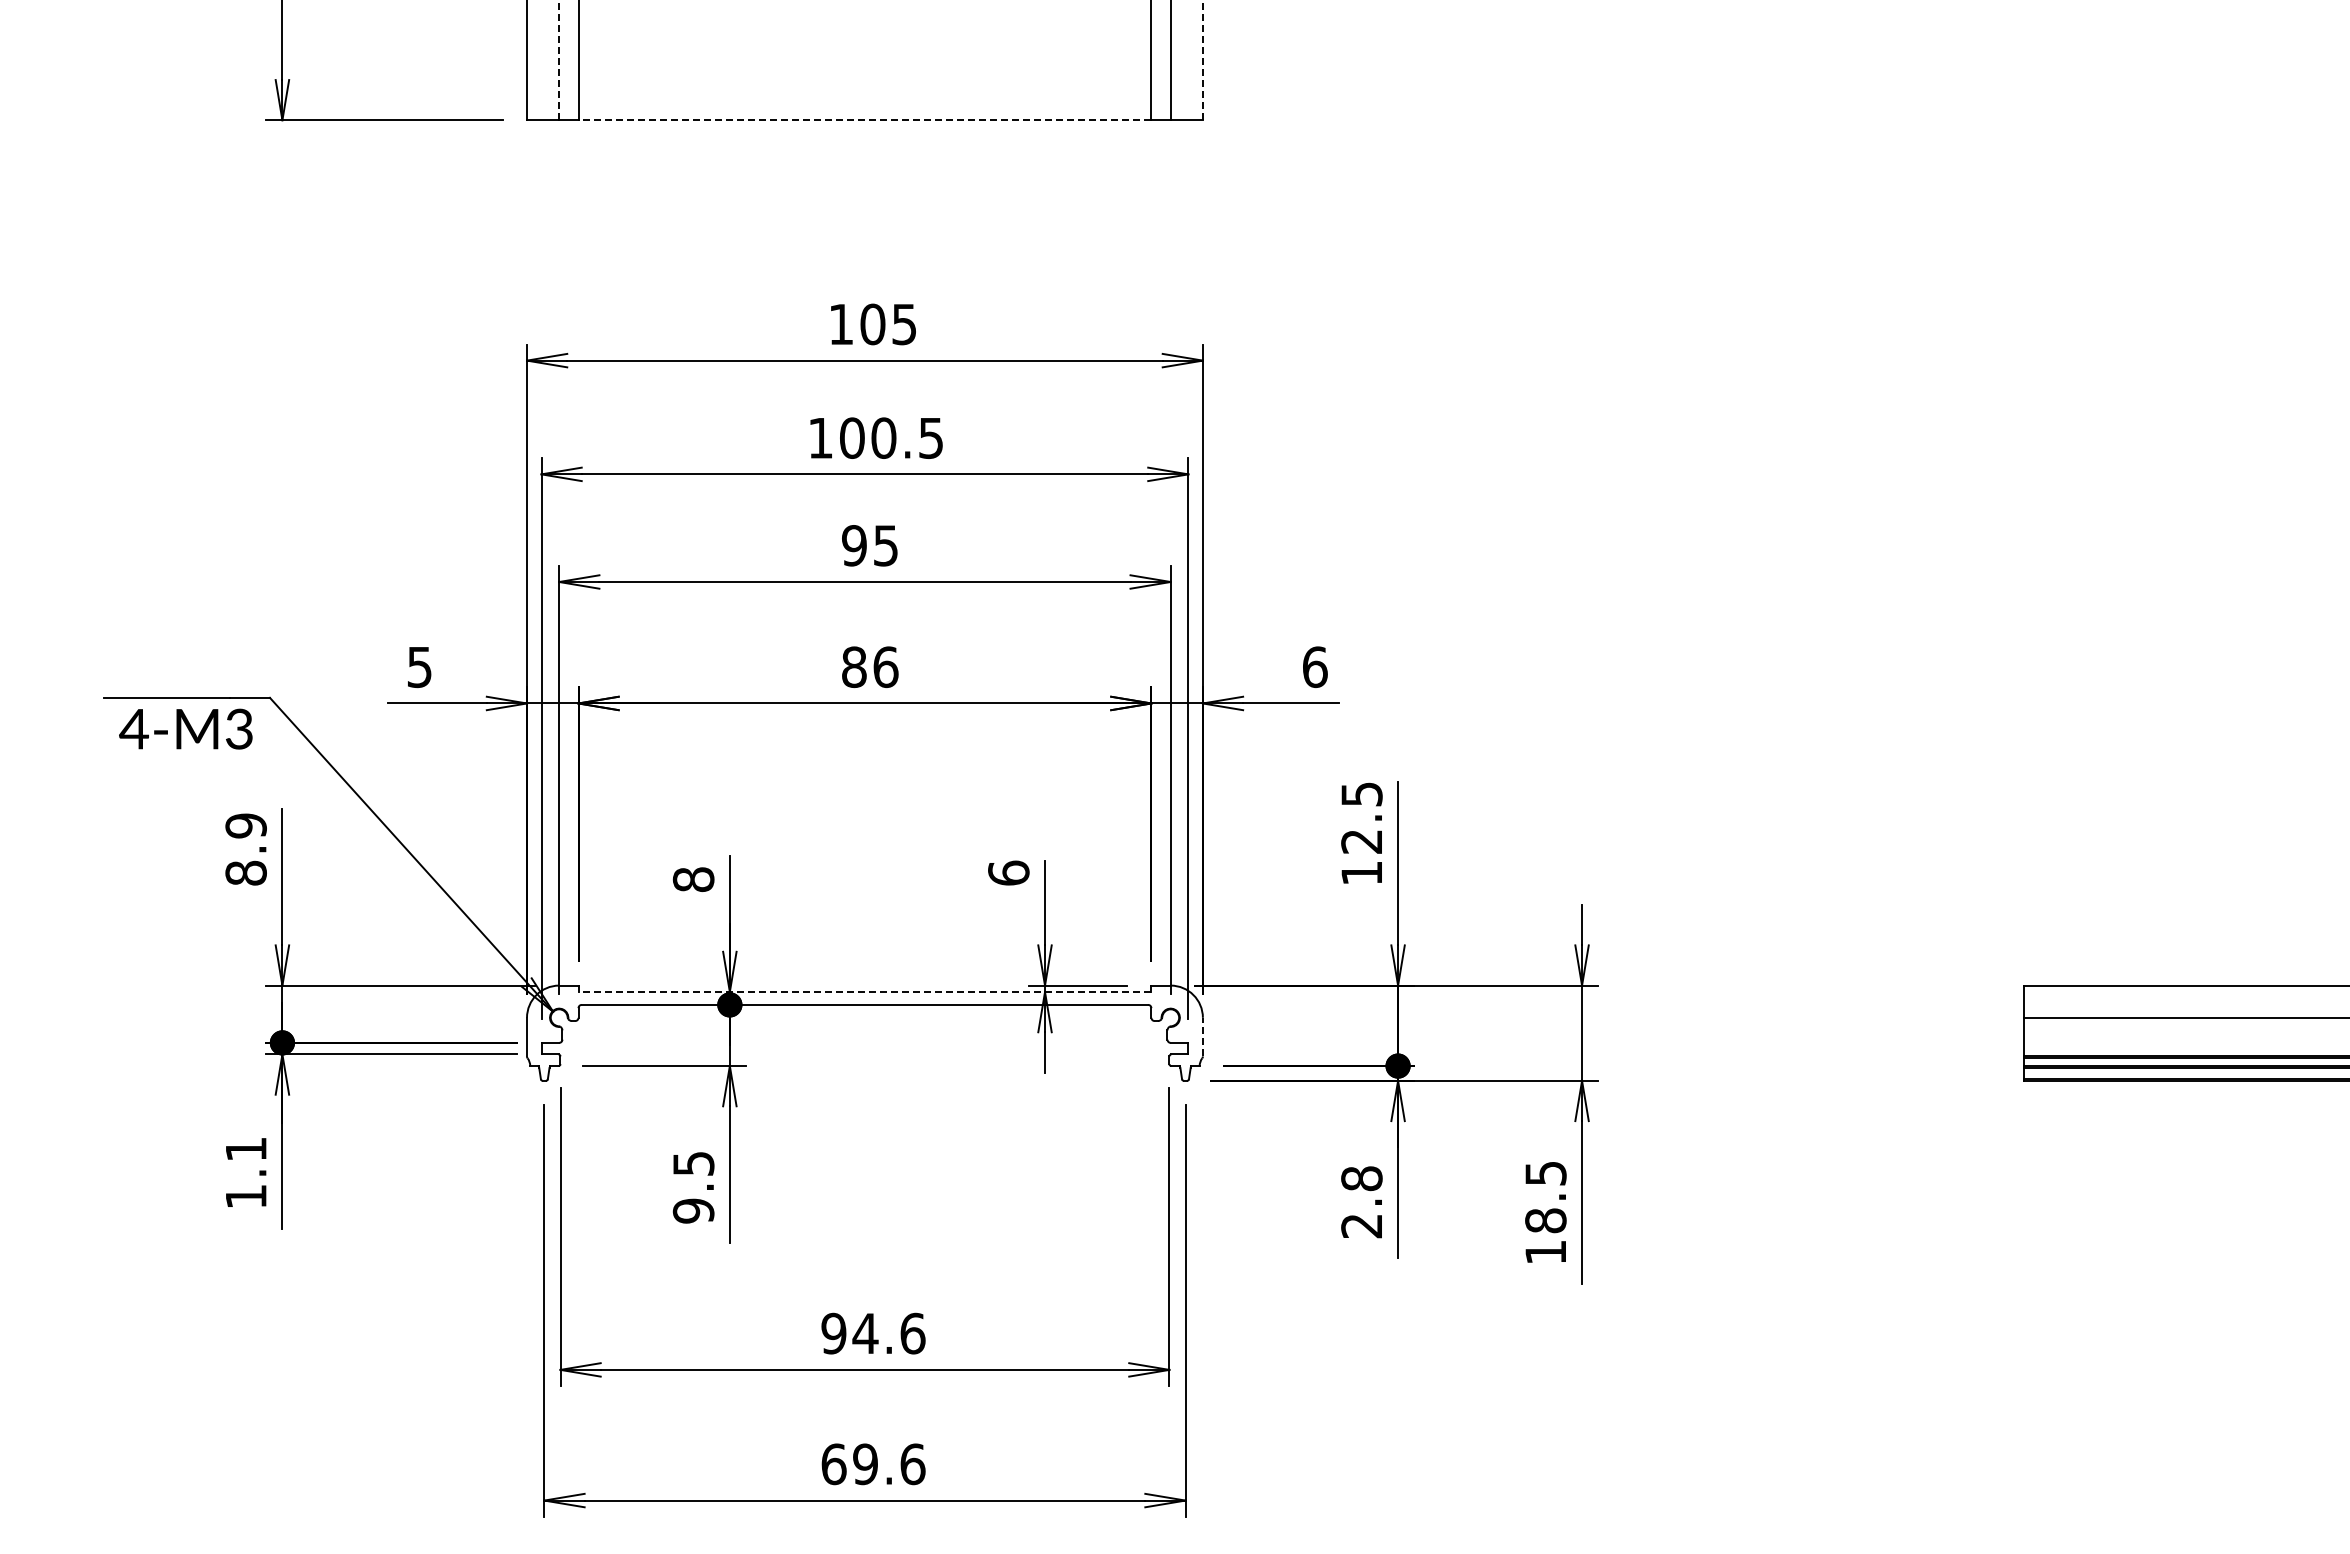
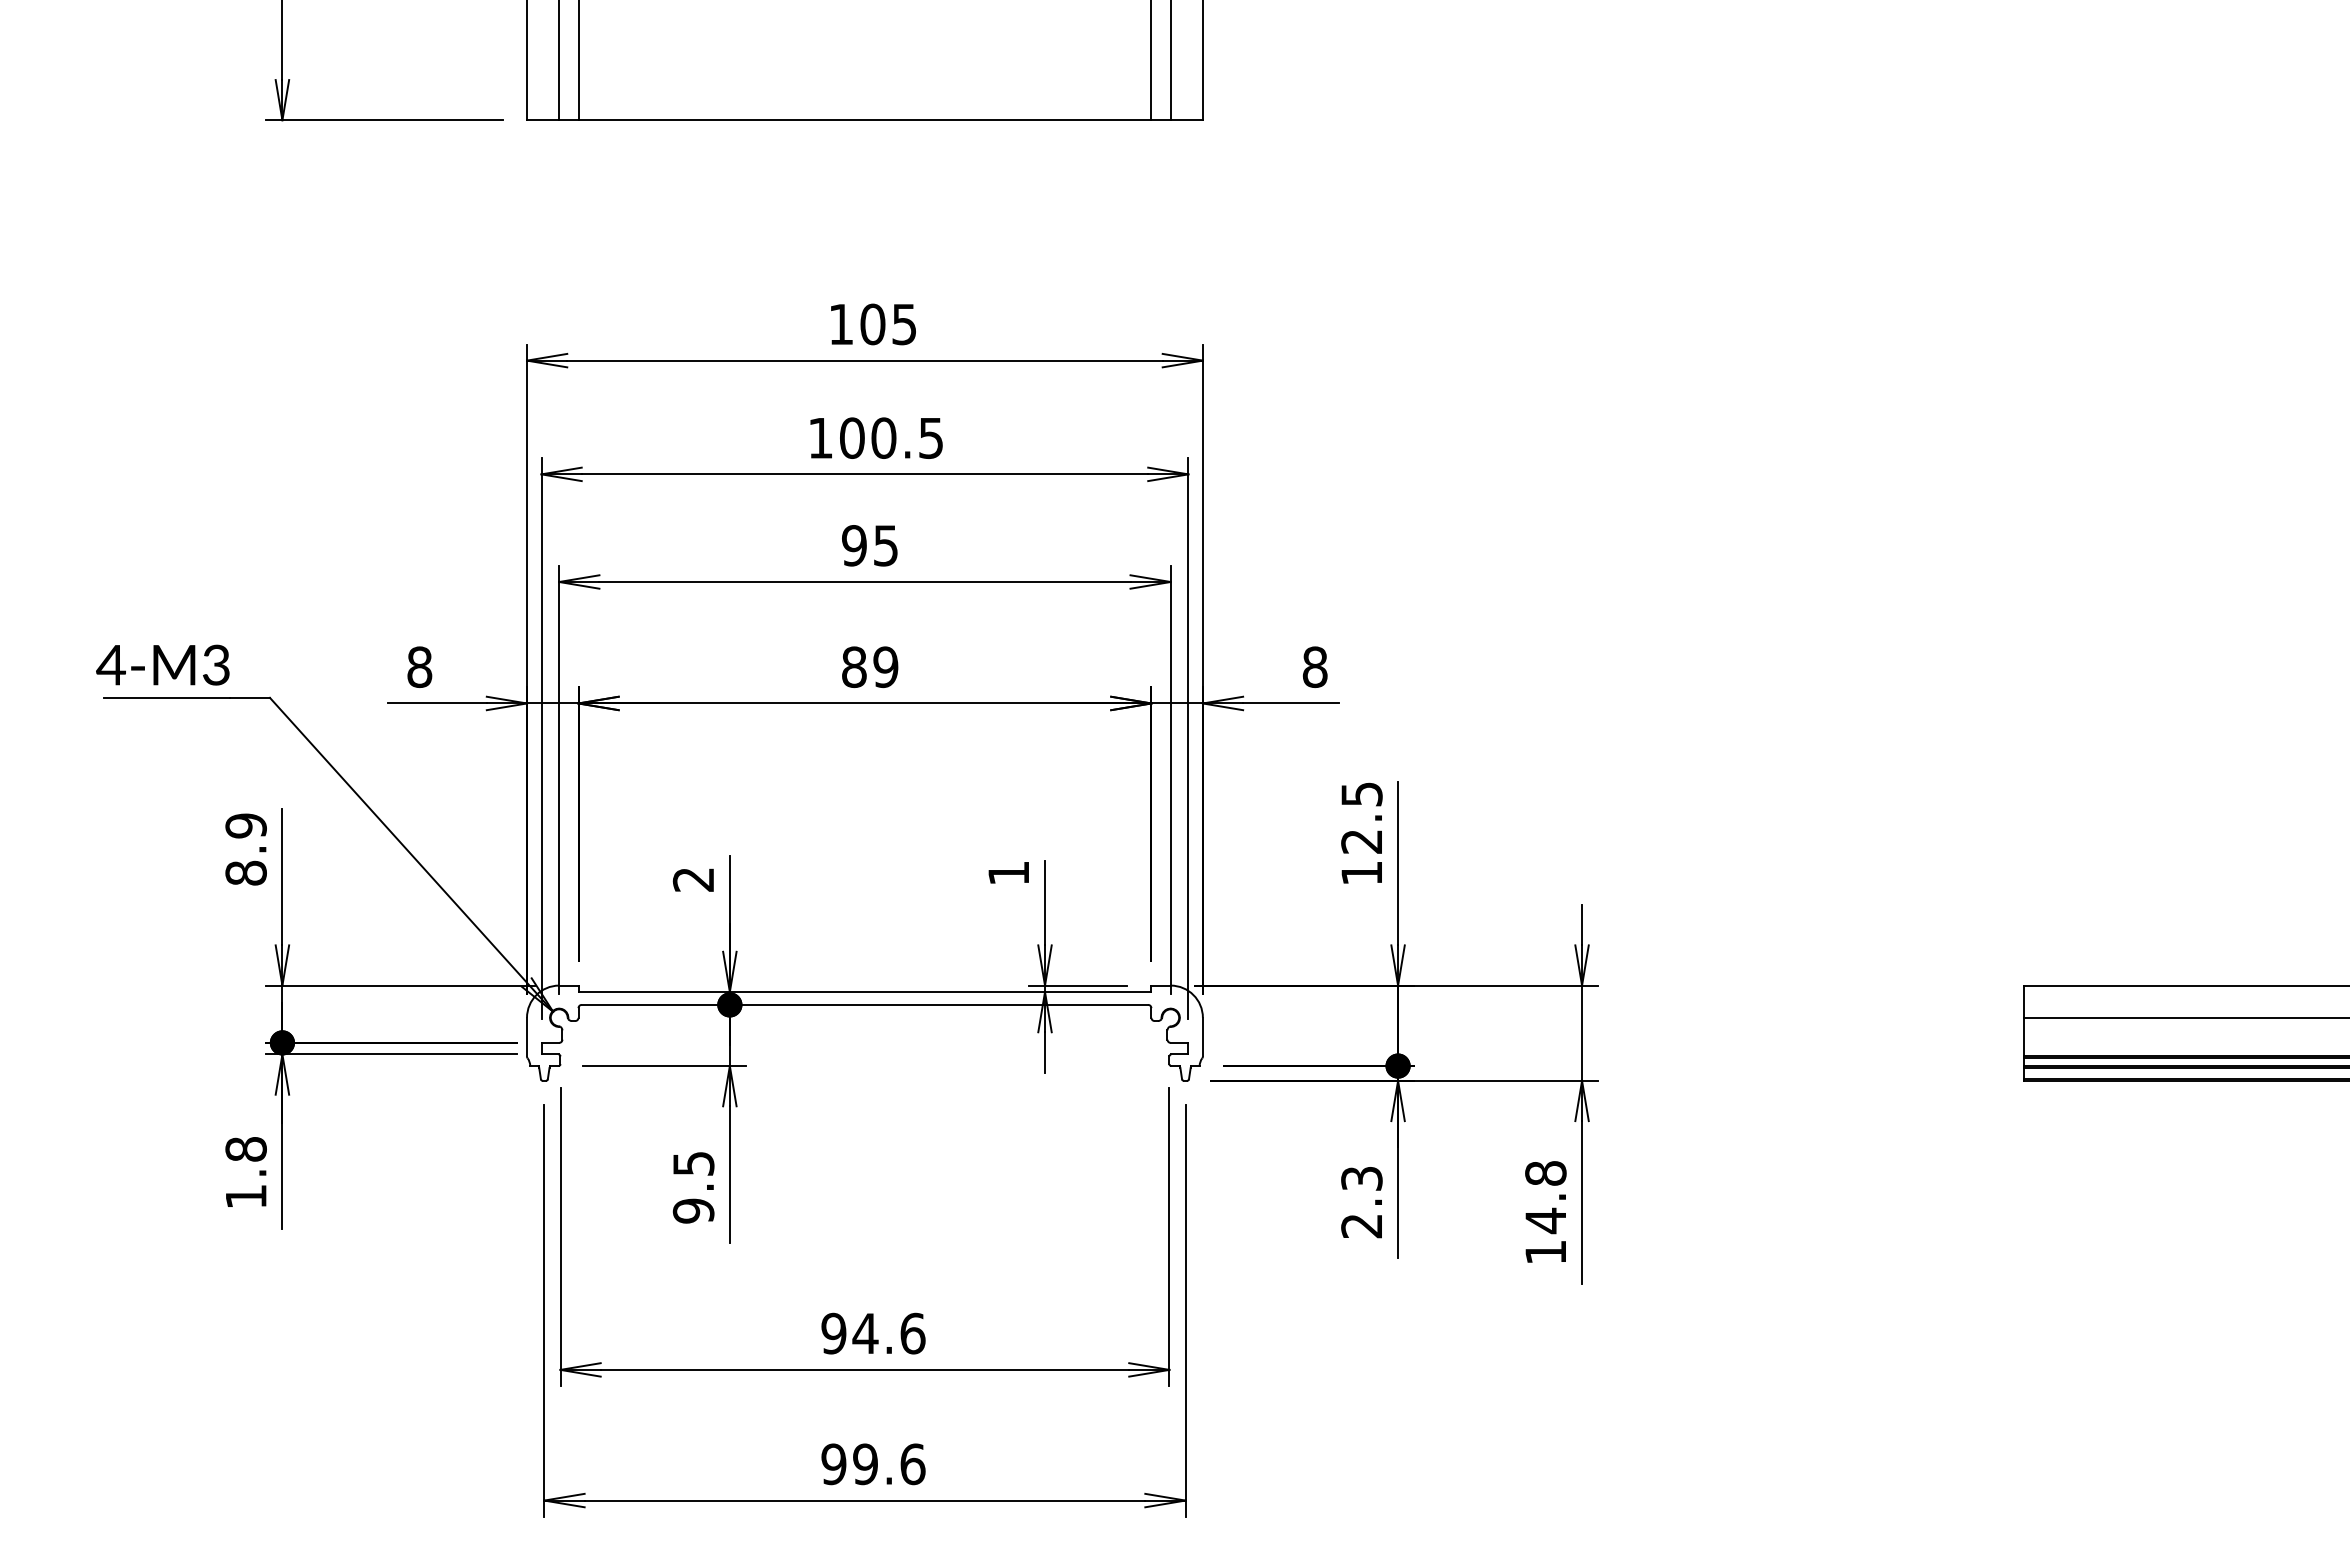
line at (559, 60): dashed -> solid
line at (1202, 60): dashed -> solid
line at (864, 120): dashed -> solid
text at (1314, 666): 6 -> 8
text at (419, 667): 5 -> 8
text at (885, 667): 86 -> 89
text at (185, 728) position: (185, 728) -> (162, 664)
text at (1008, 872): 6 -> 1
text at (693, 879): 8 -> 2
line at (864, 992): dashed -> solid
line at (1202, 1036): dashed -> solid
text at (245, 1149): 1.1 -> 1.8
text at (1361, 1178): 2.8 -> 2.3
text at (1545, 1197): 18.5 -> 14.8
text at (833, 1464): 69.6 -> 99.6
